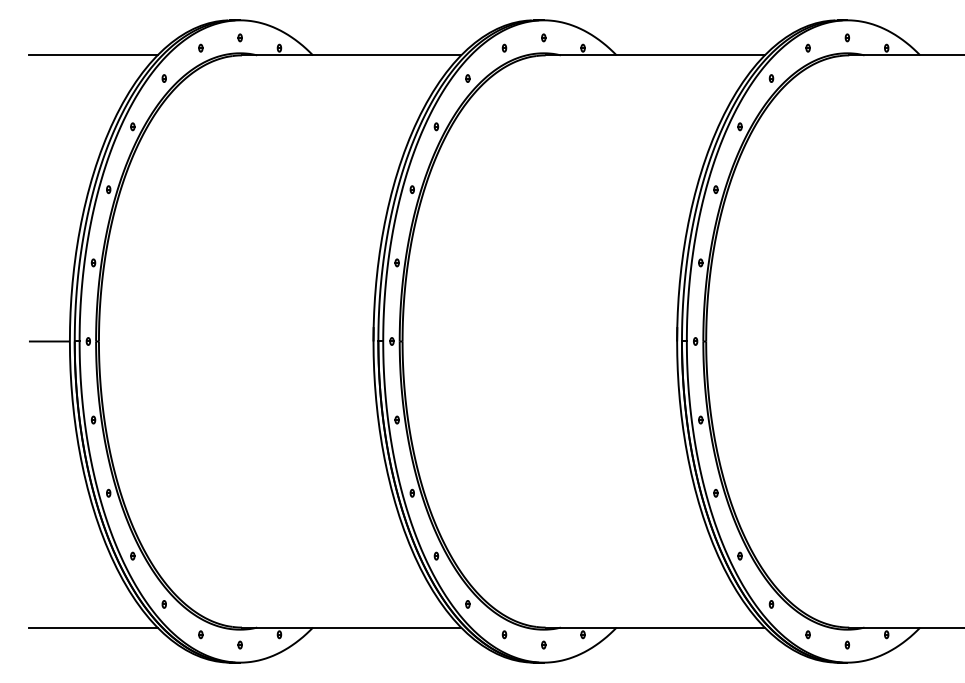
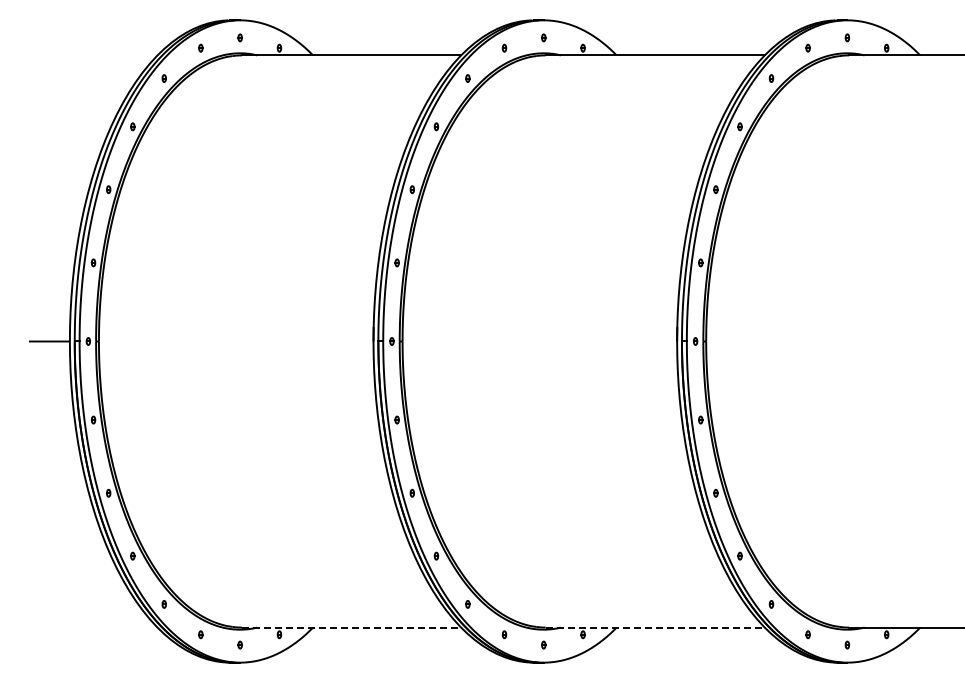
line at (92, 55): present -> none
line at (92, 627): present -> none
line at (351, 627): solid -> dashed
line at (655, 627): solid -> dashed
